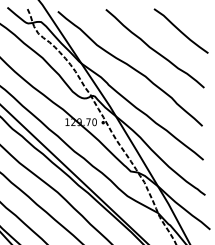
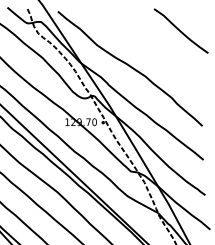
curve at (153, 48): present -> none
